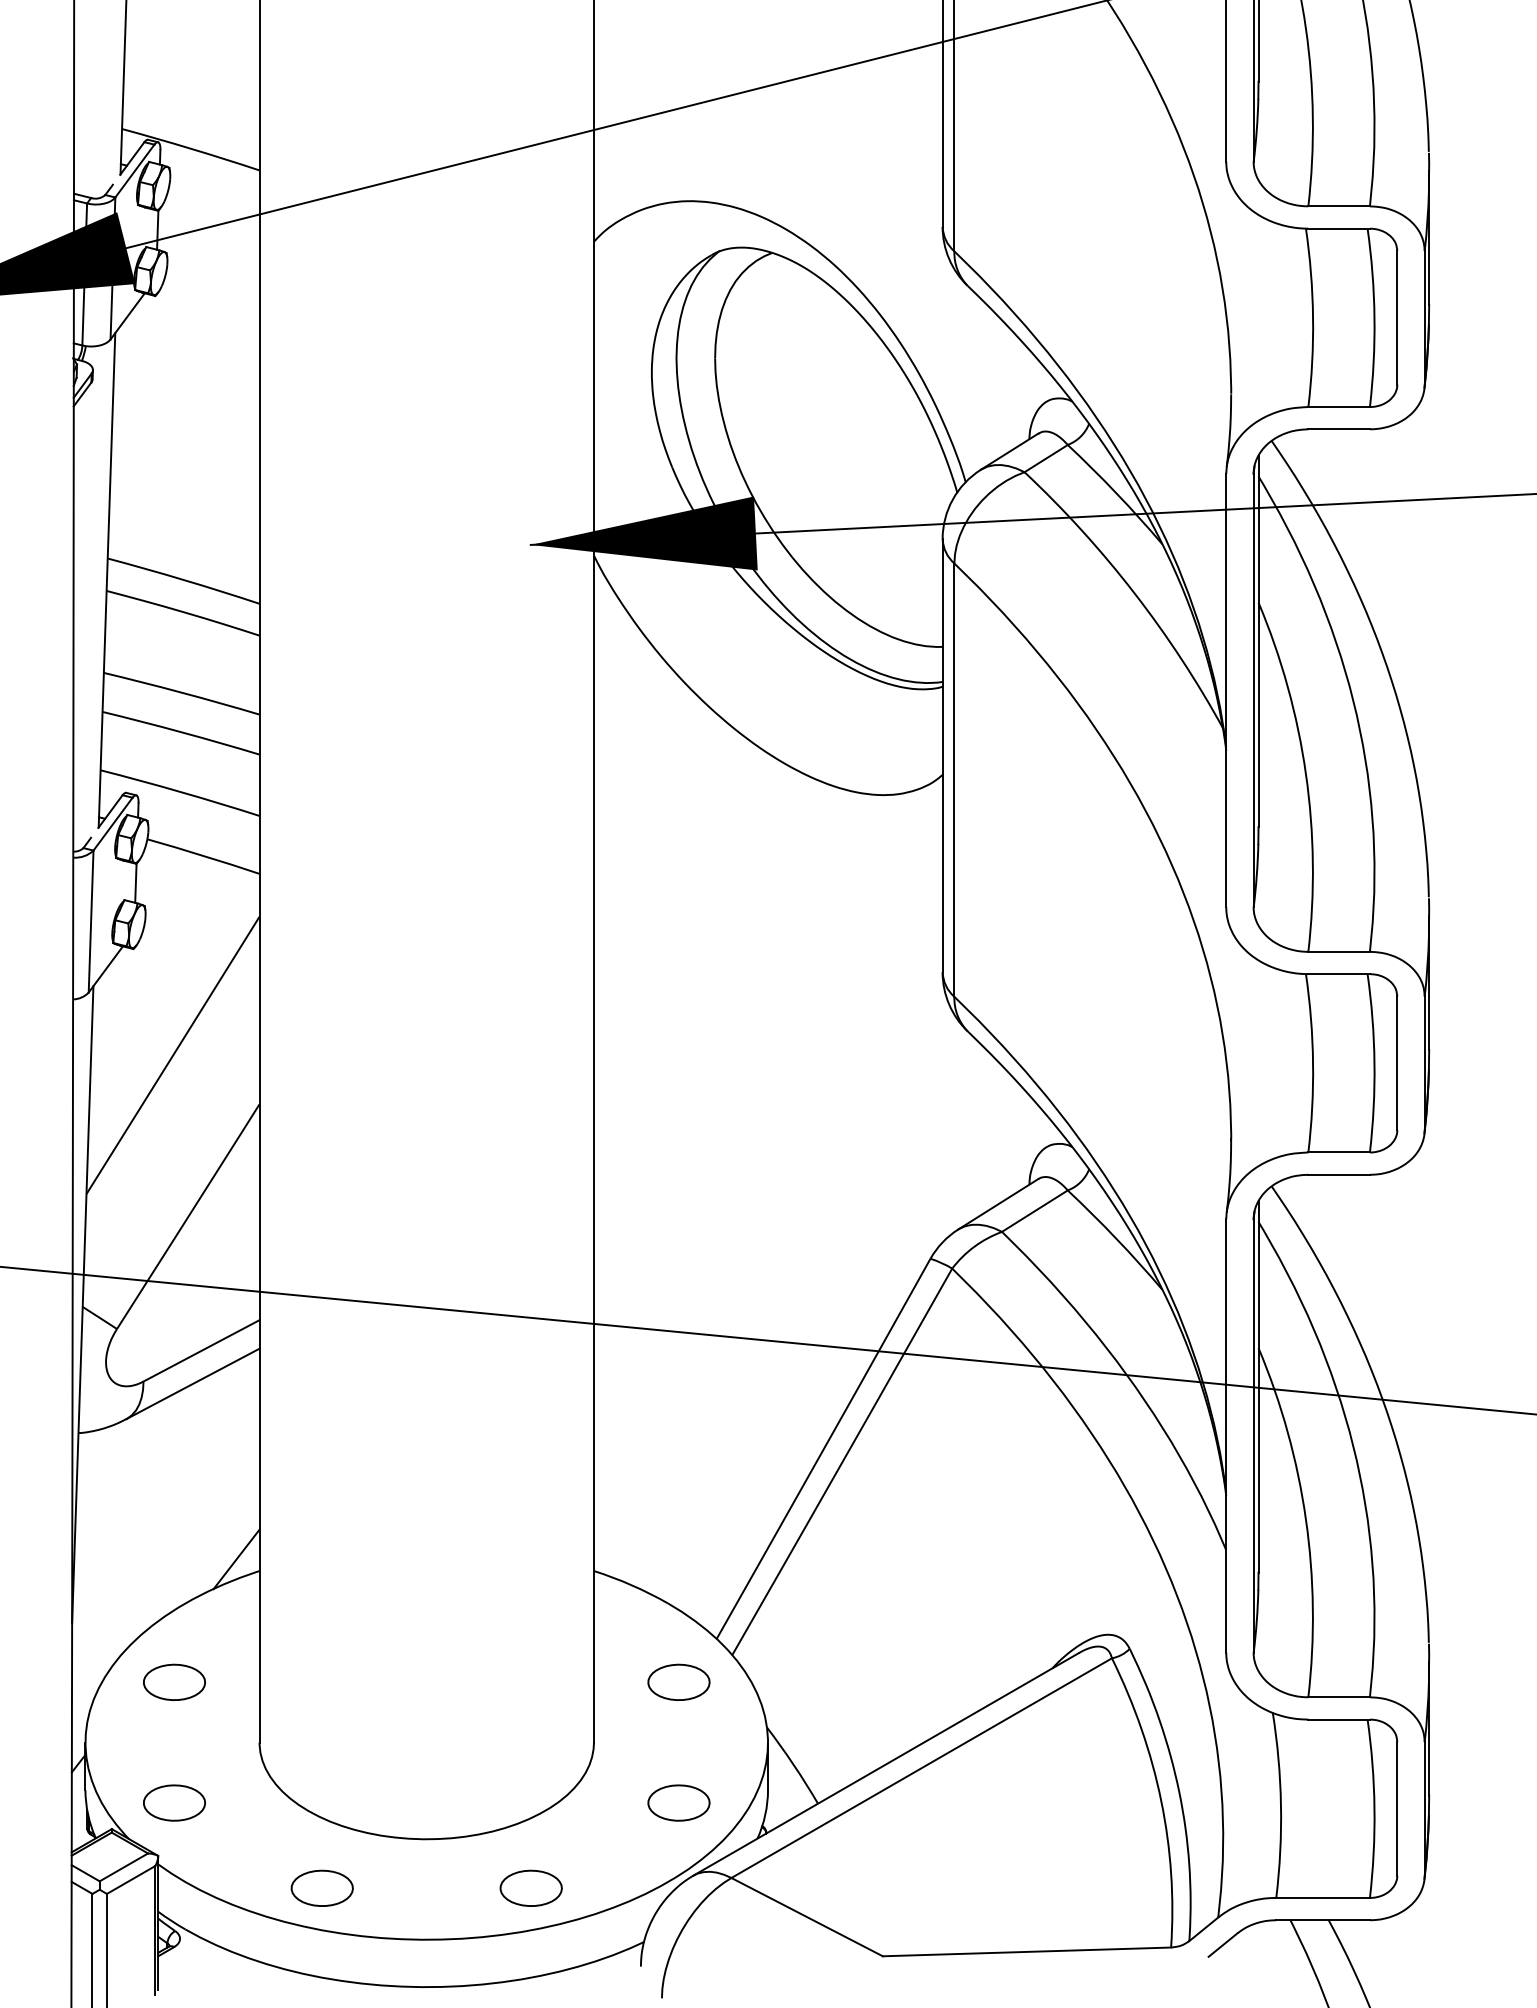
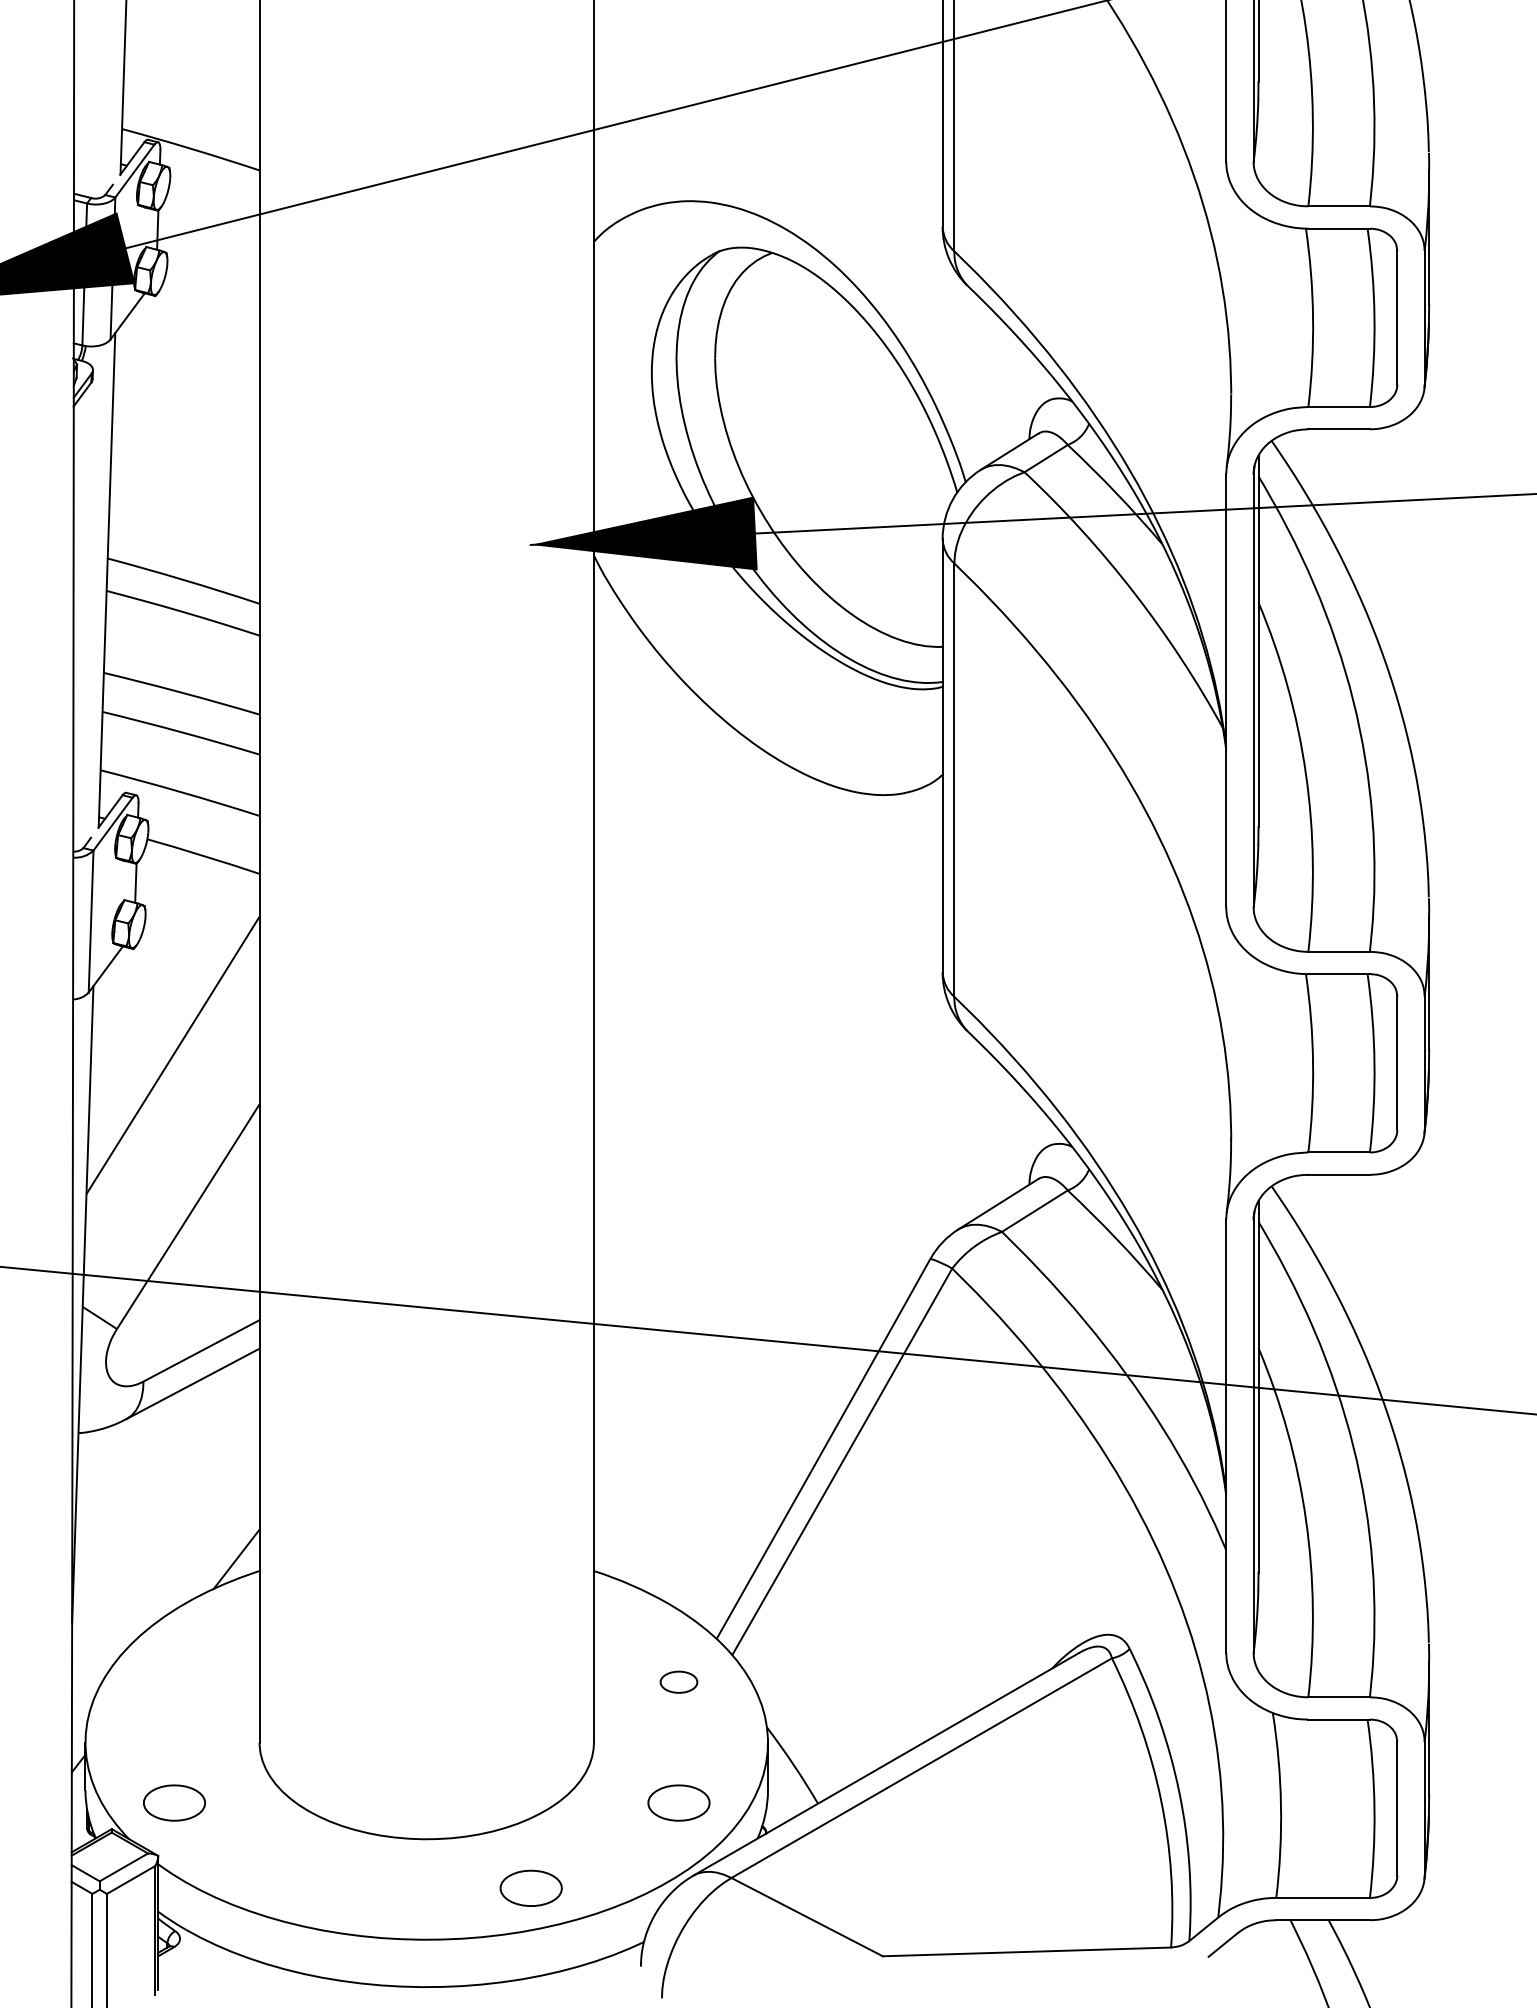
part at (174, 1681): present -> none
part at (678, 1681) size: 64x38 px -> 40x24 px
part at (321, 1887): present -> none
